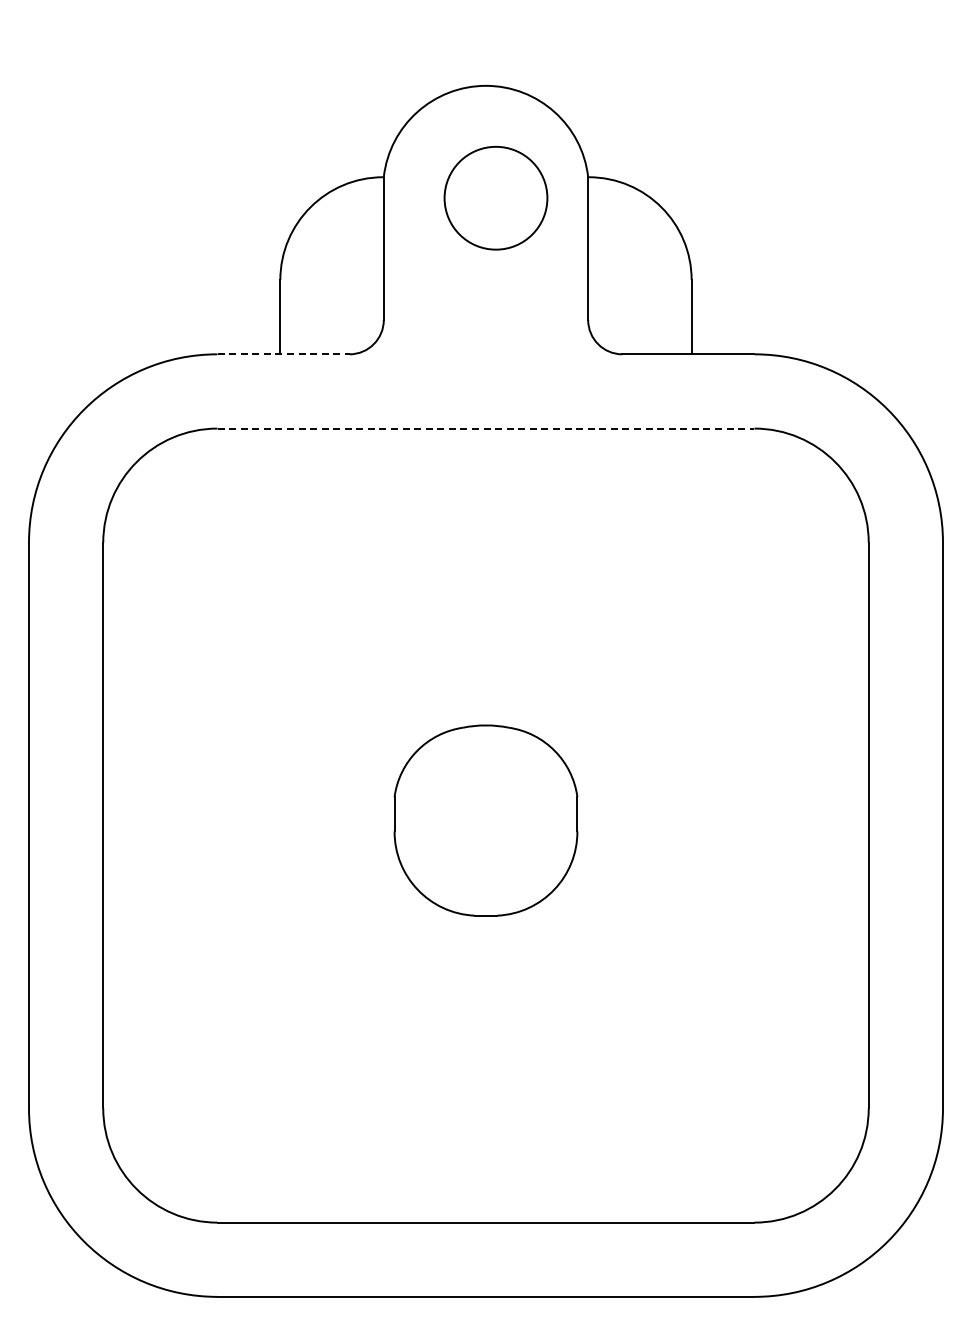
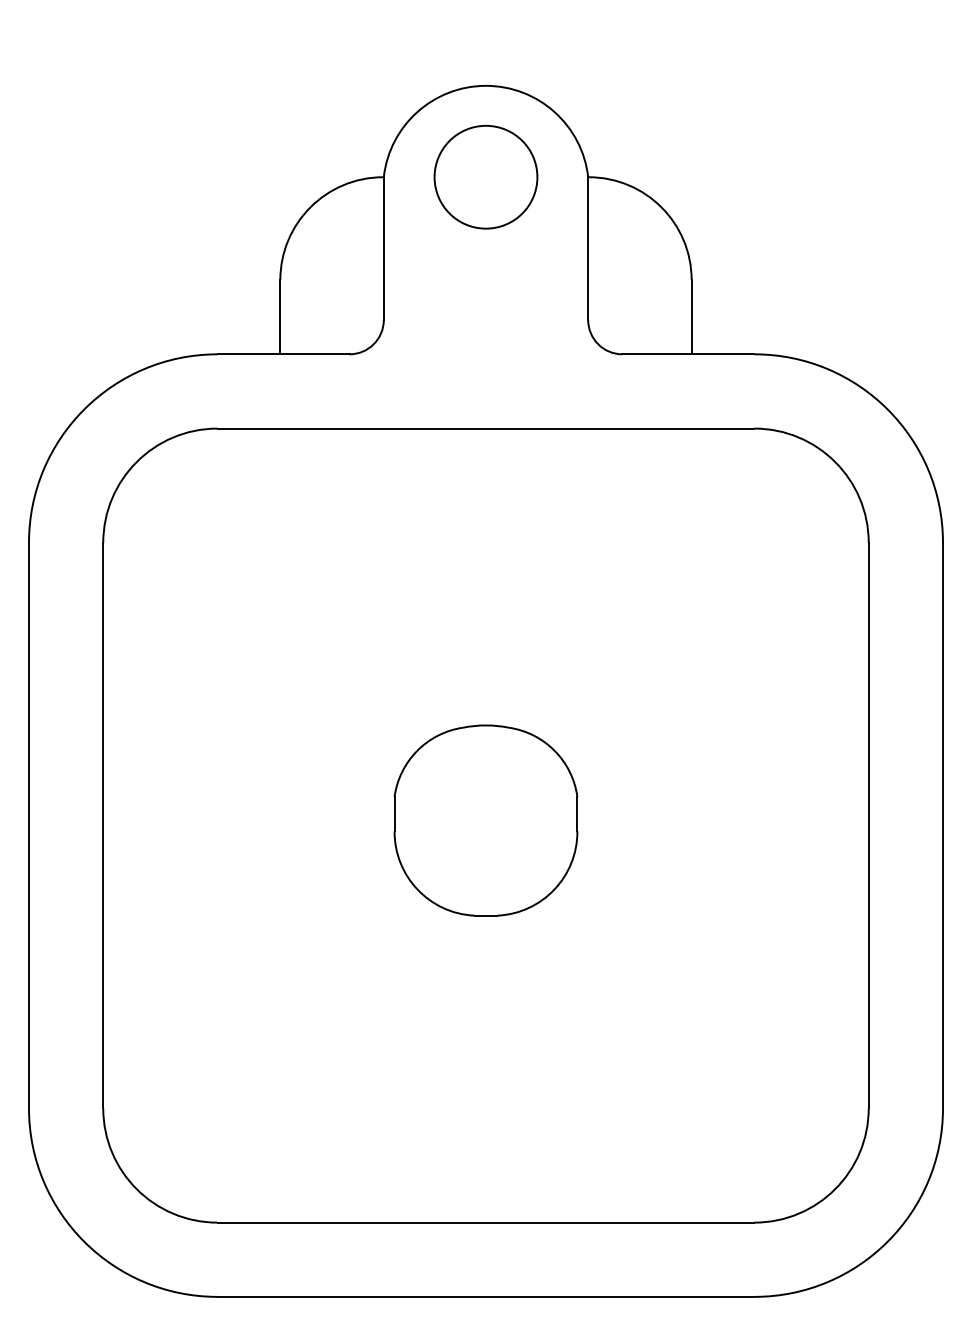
circle at (495, 197) position: (495, 197) -> (485, 176)
line at (284, 354): dashed -> solid
line at (486, 428): dashed -> solid
